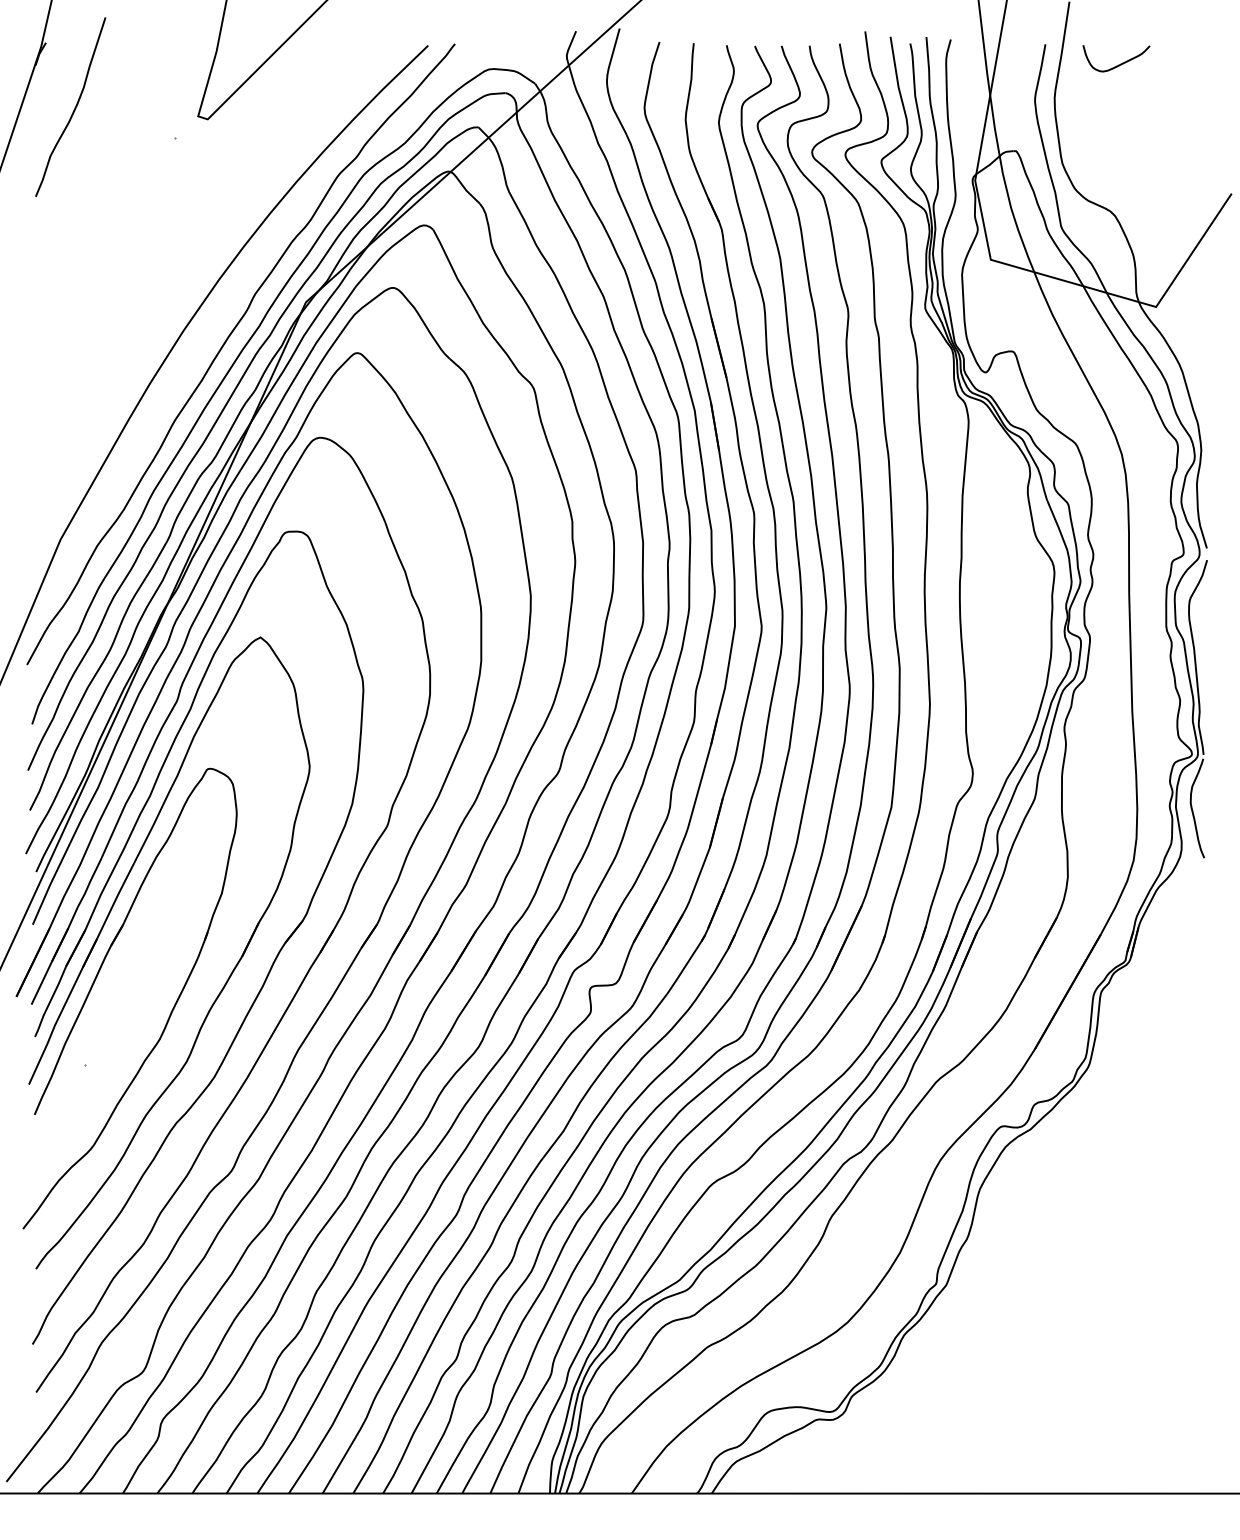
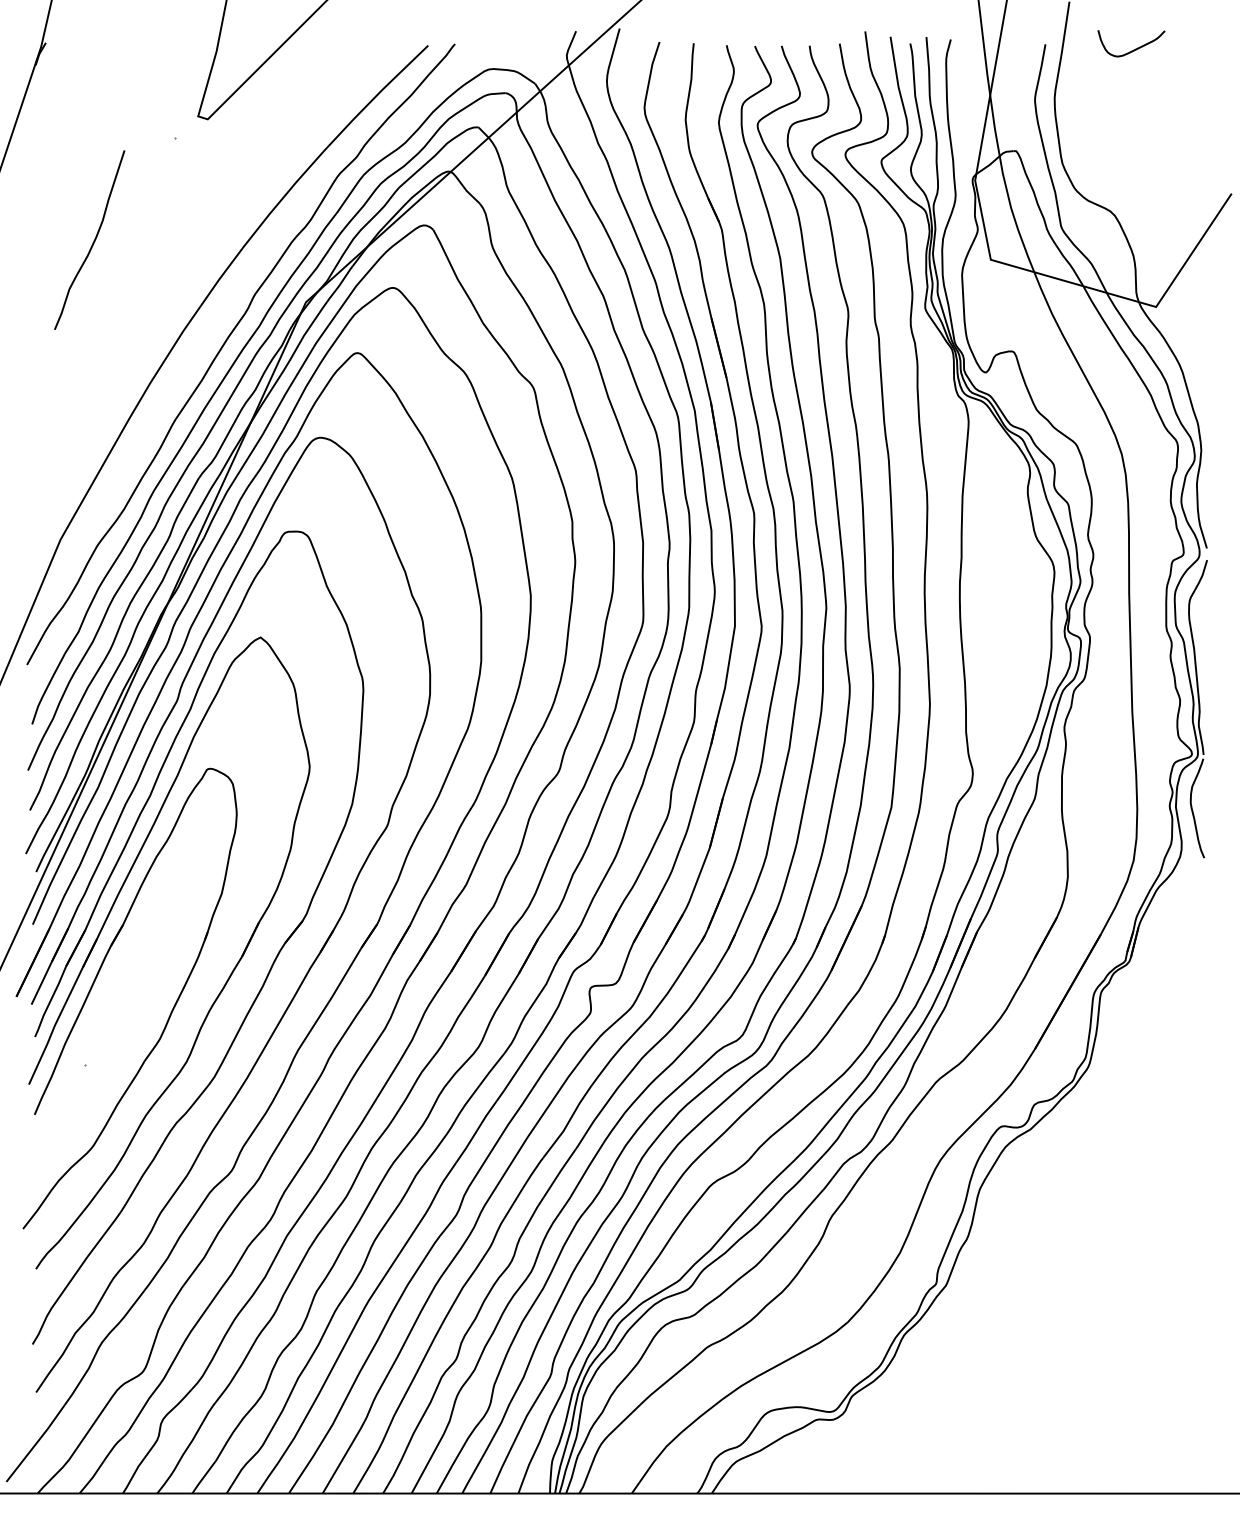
curve at (1118, 64) position: (1118, 64) -> (1133, 49)
curve at (74, 107) position: (74, 107) -> (93, 240)
